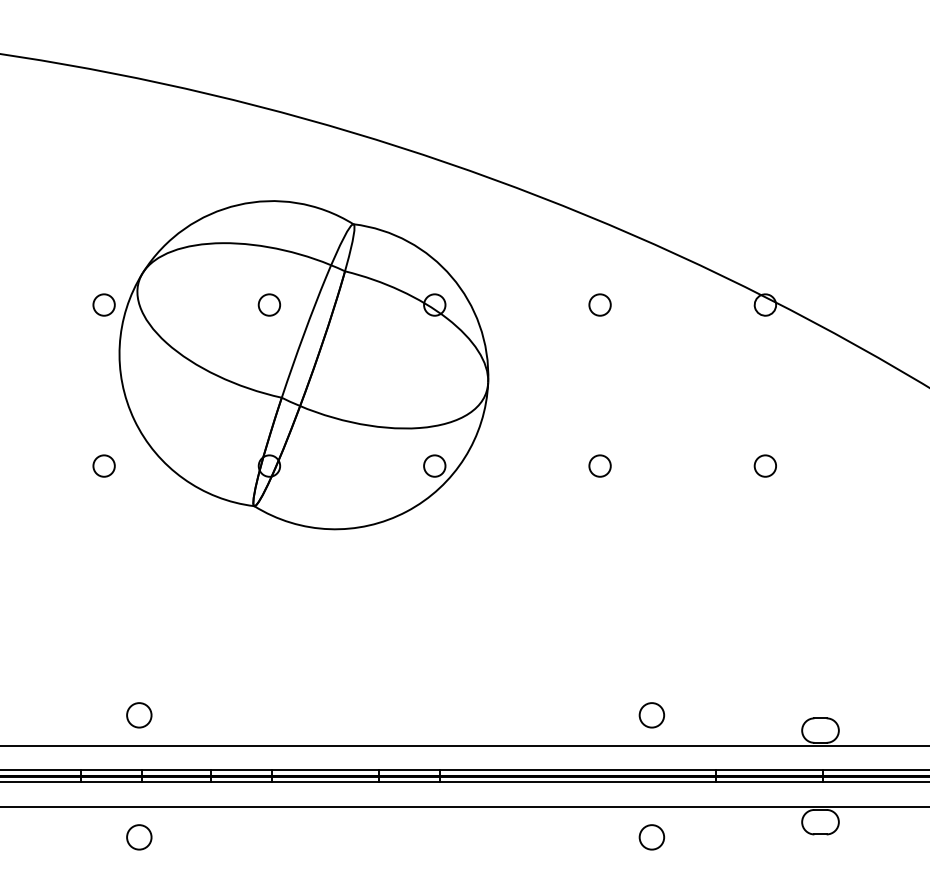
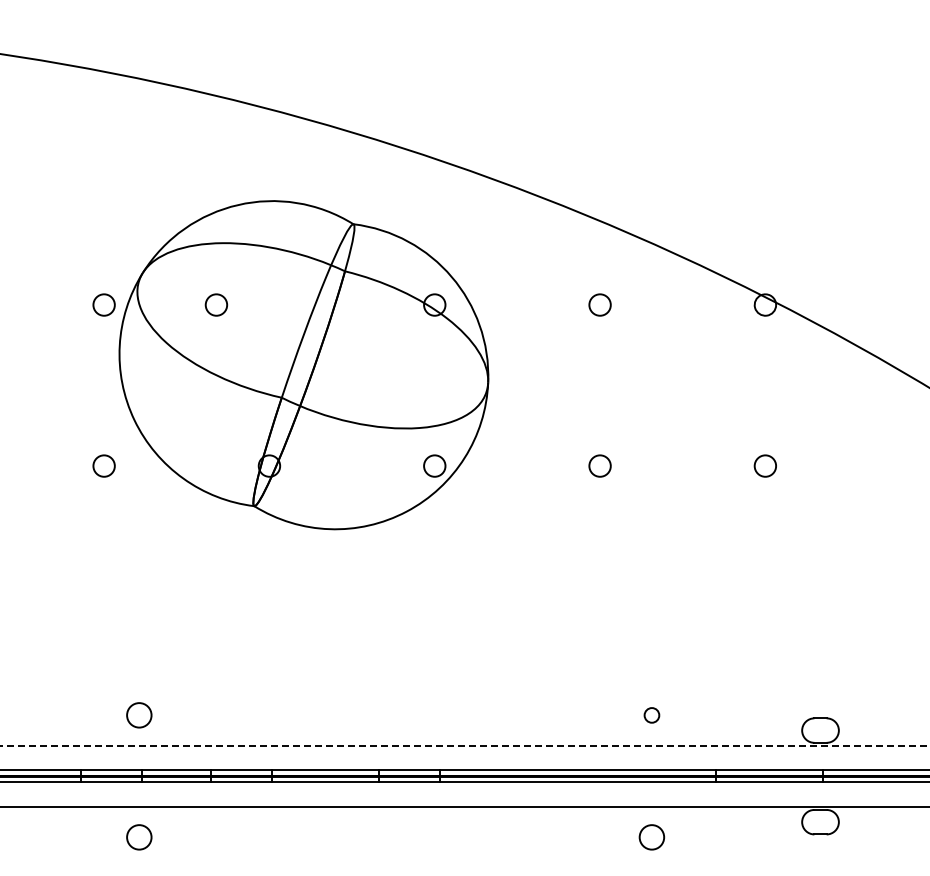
circle at (269, 304) position: (269, 304) -> (216, 304)
circle at (651, 715) size: 28x27 px -> 18x17 px
line at (464, 745): solid -> dashed
